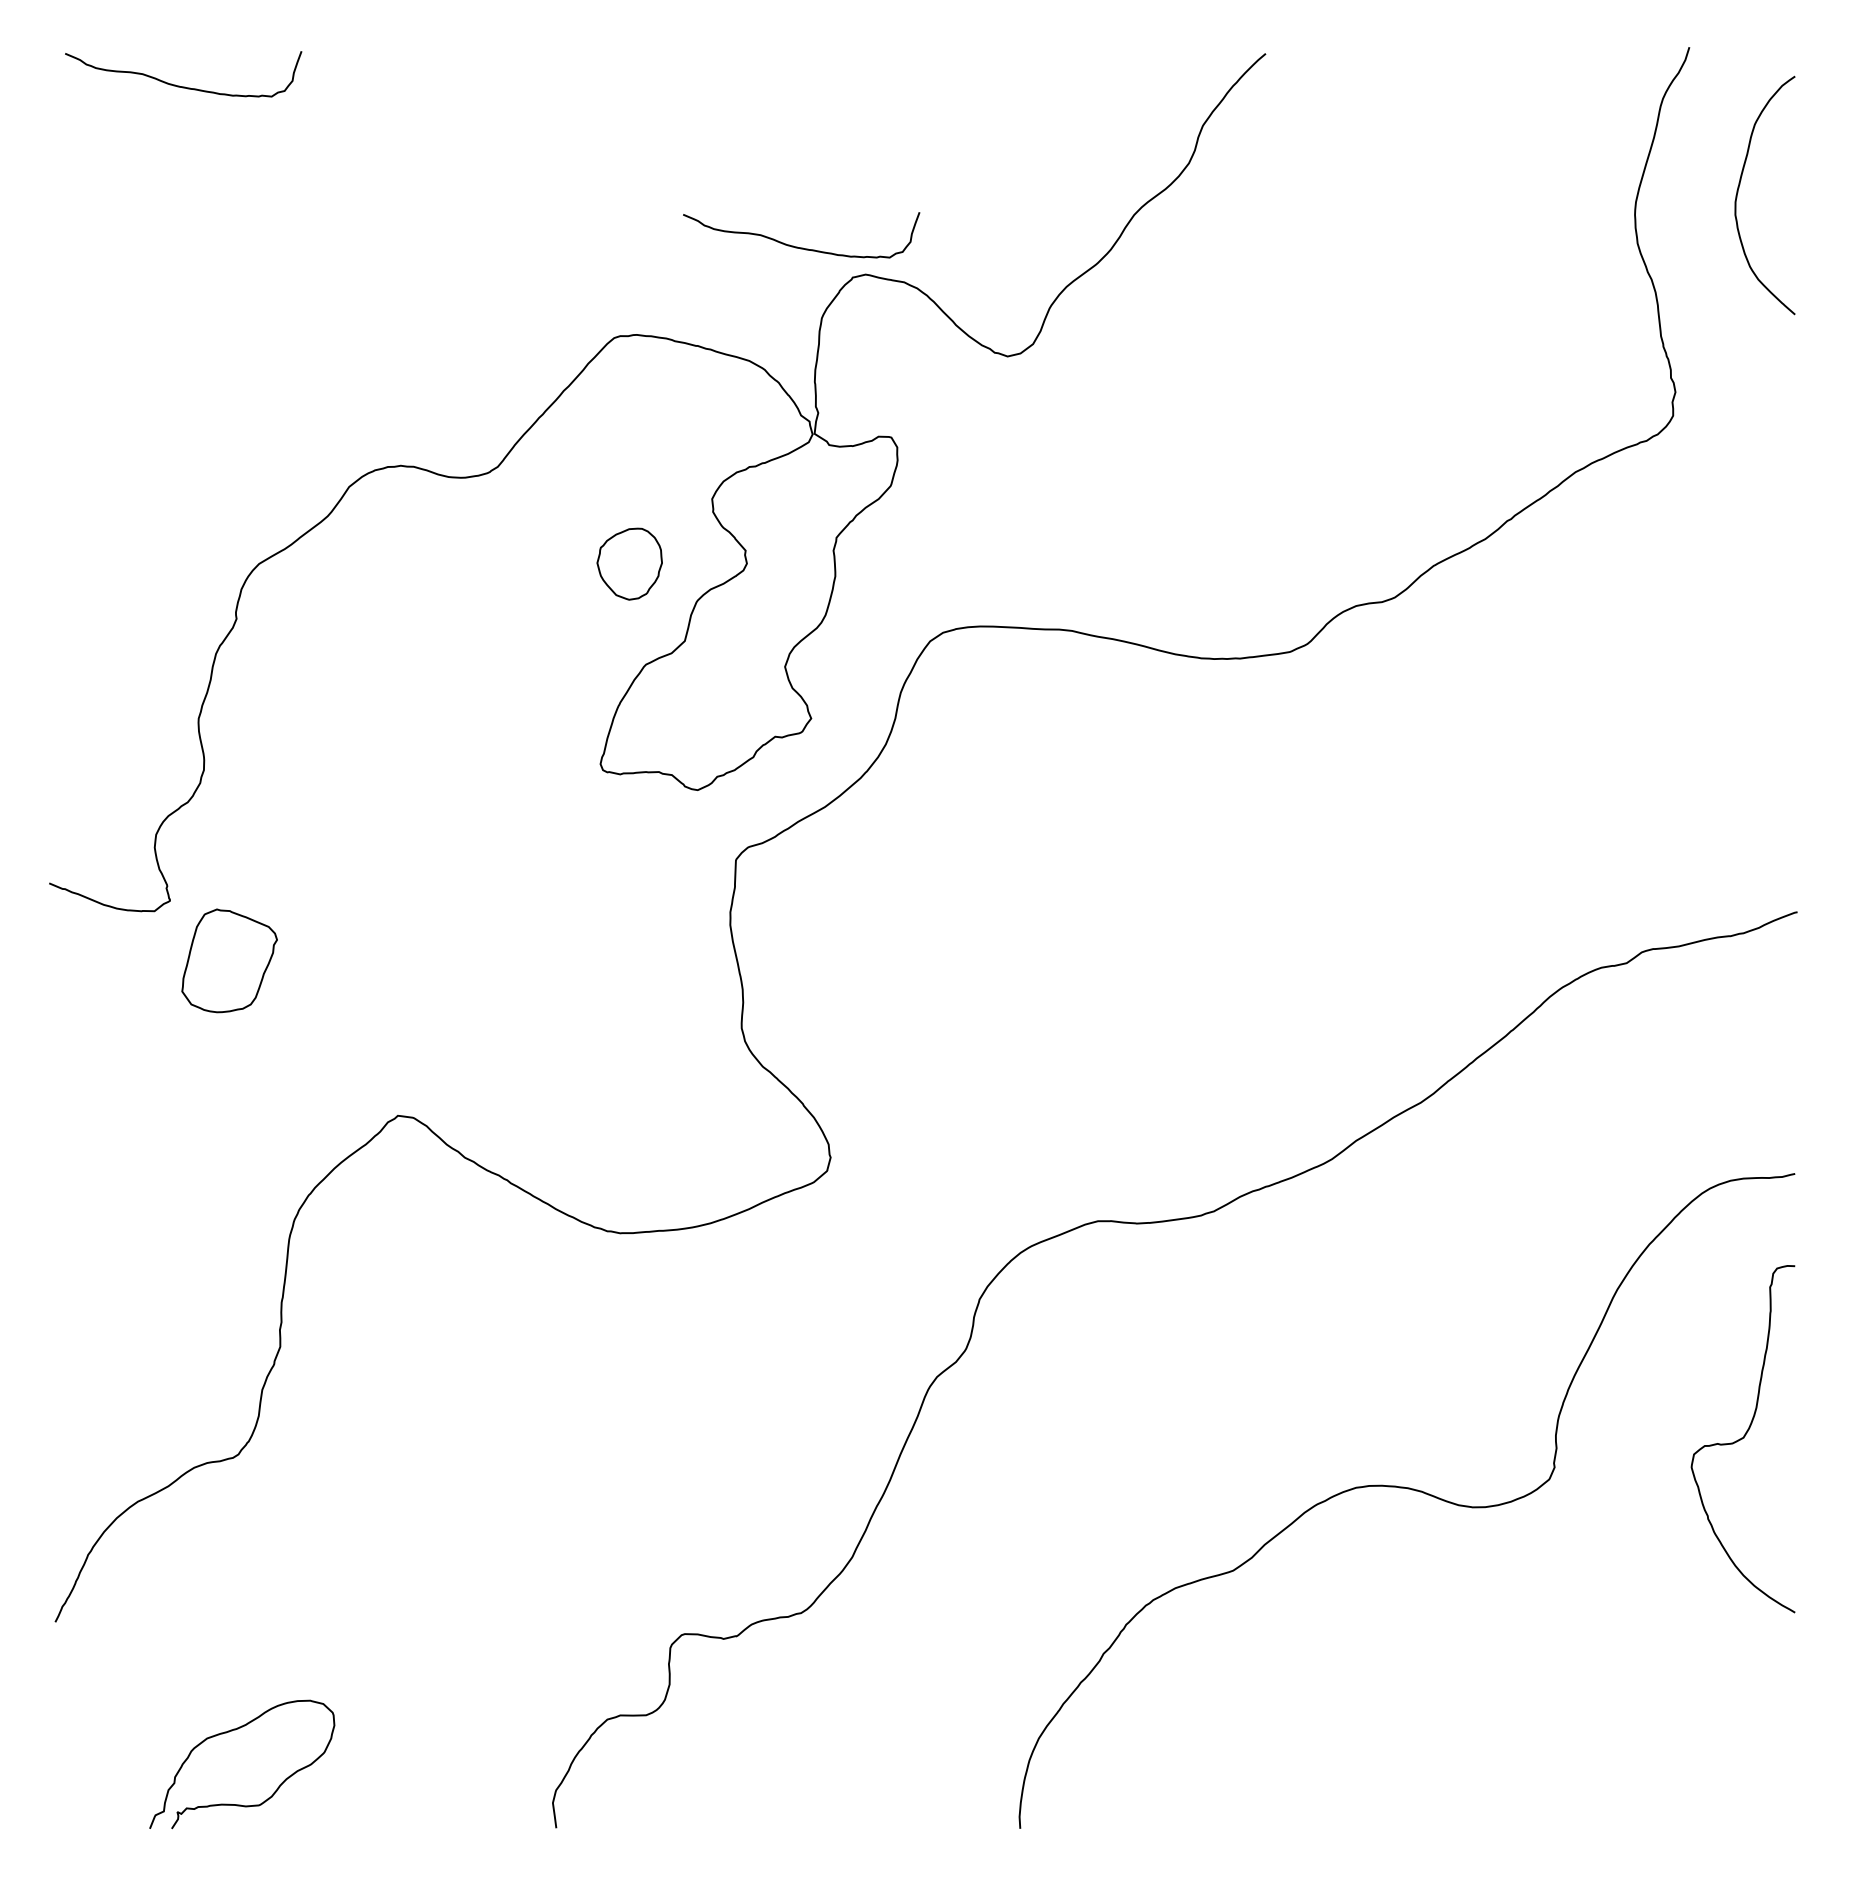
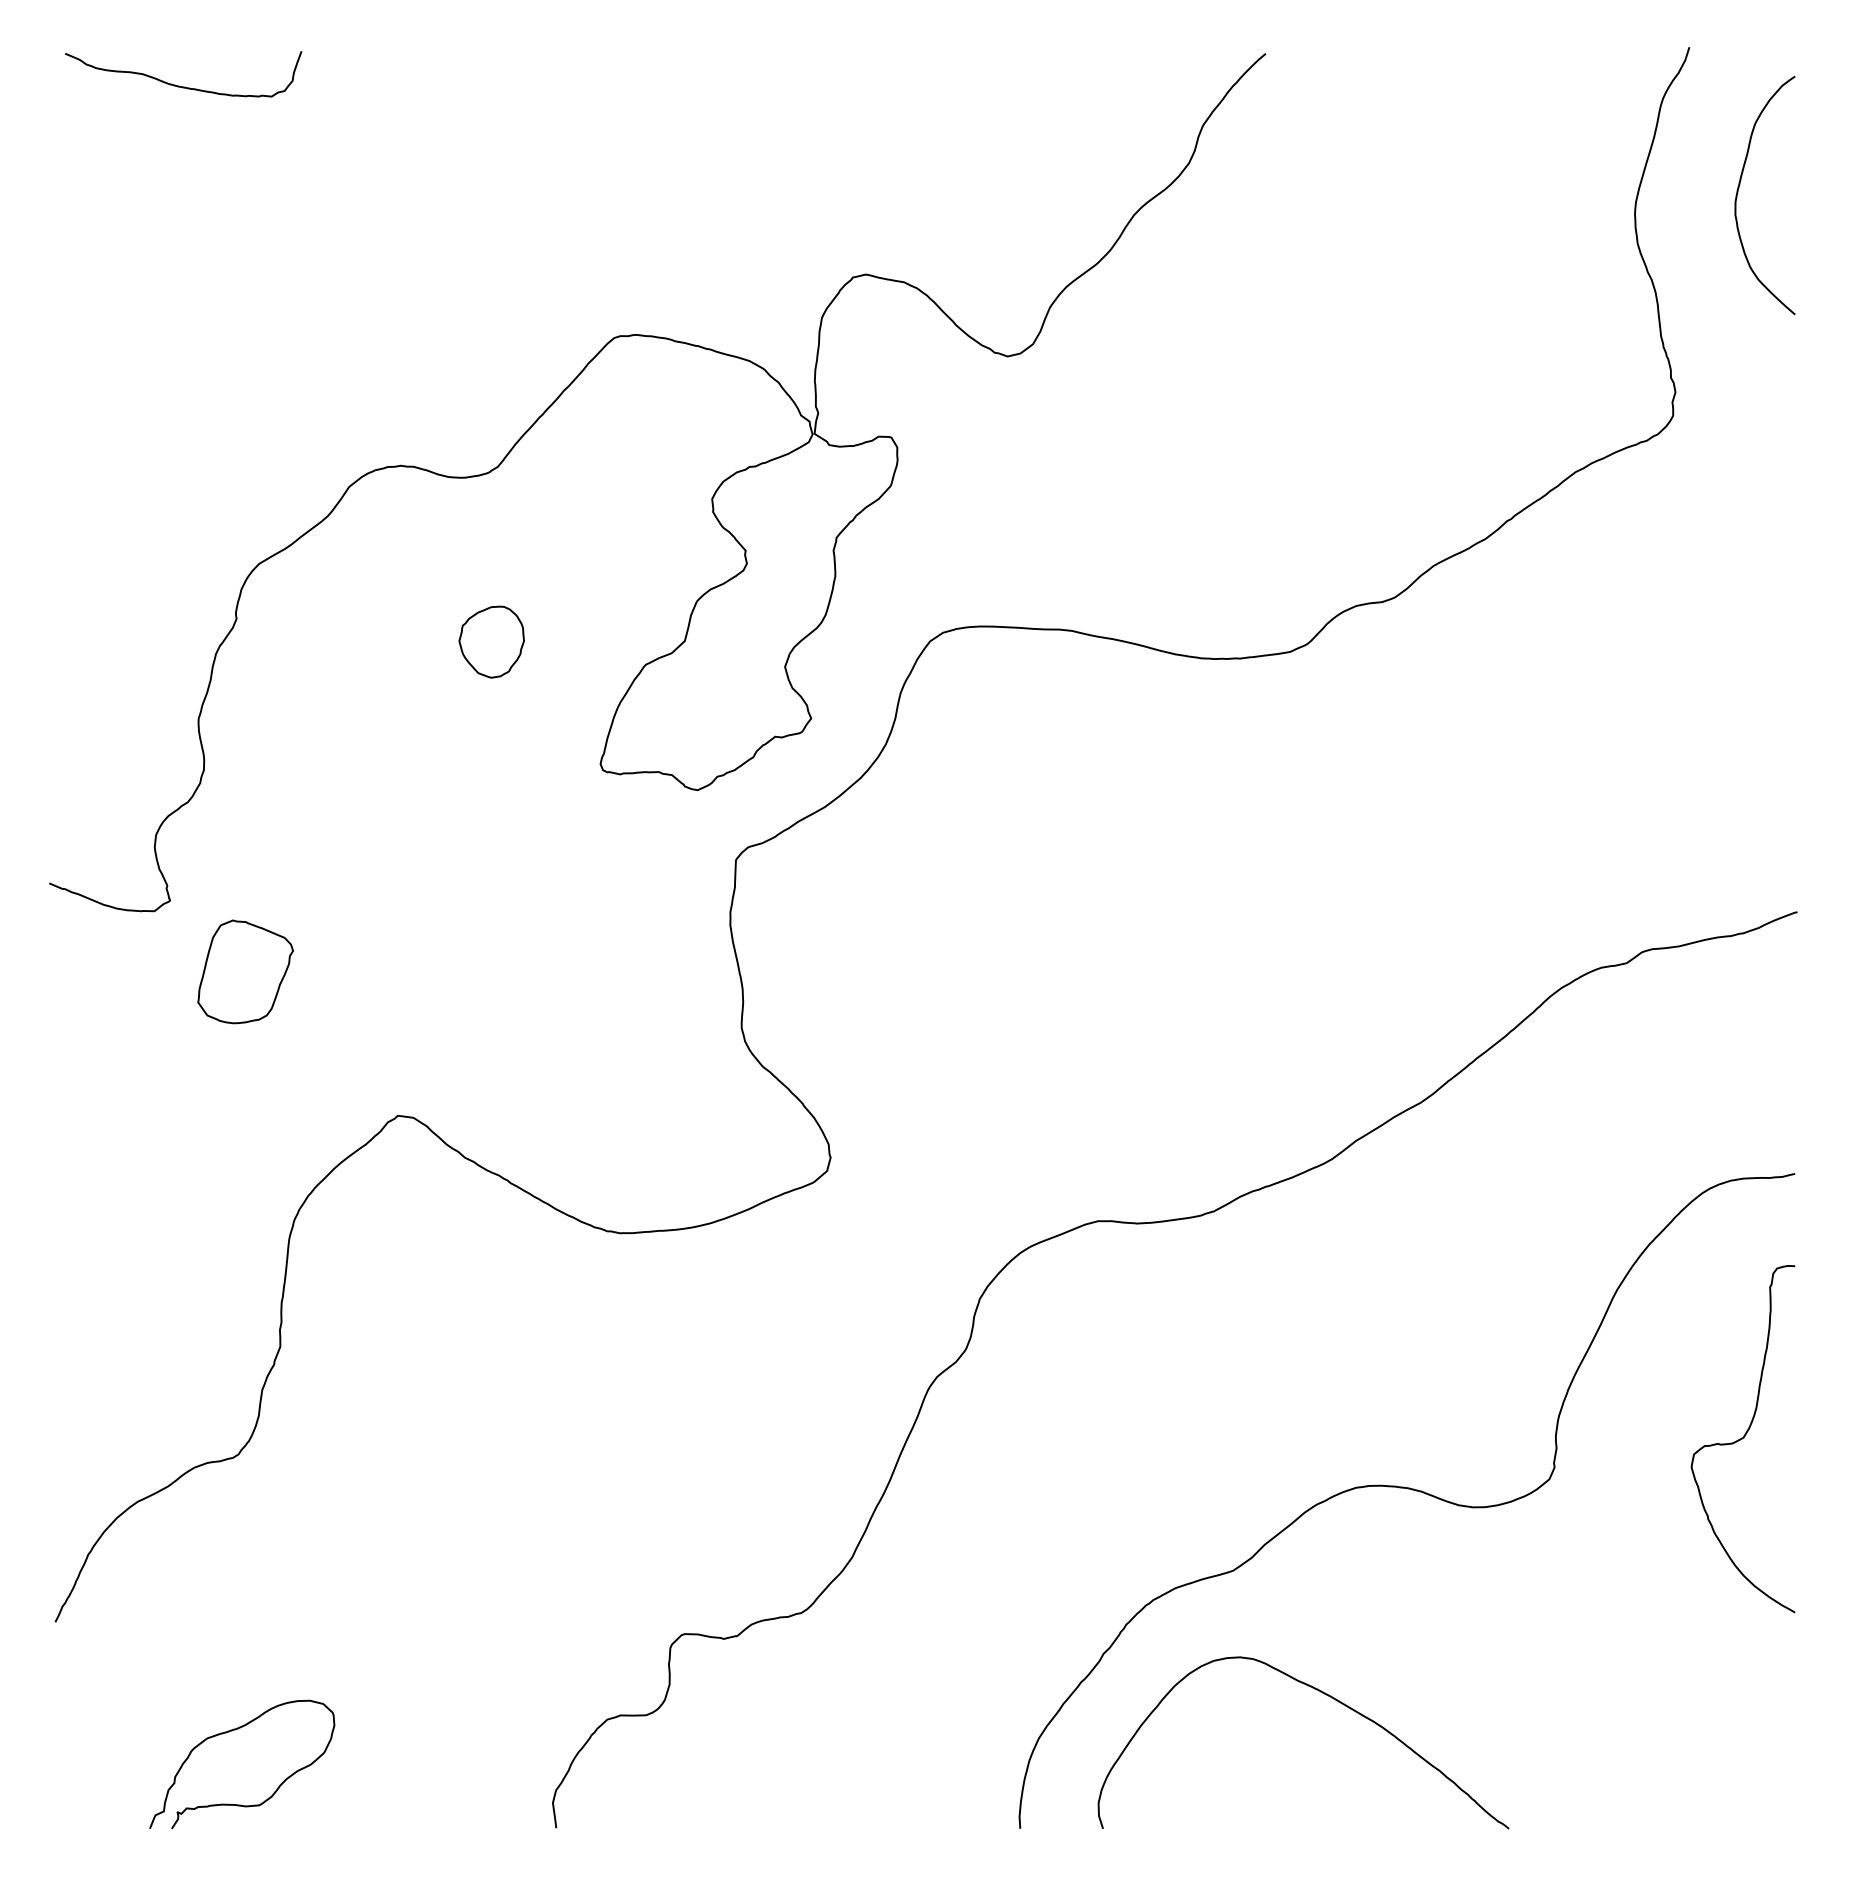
curve at (797, 246): present -> none
part at (629, 563) position: (629, 563) -> (491, 641)
part at (229, 960) position: (229, 960) -> (245, 971)
curve at (1331, 1698): none -> present
